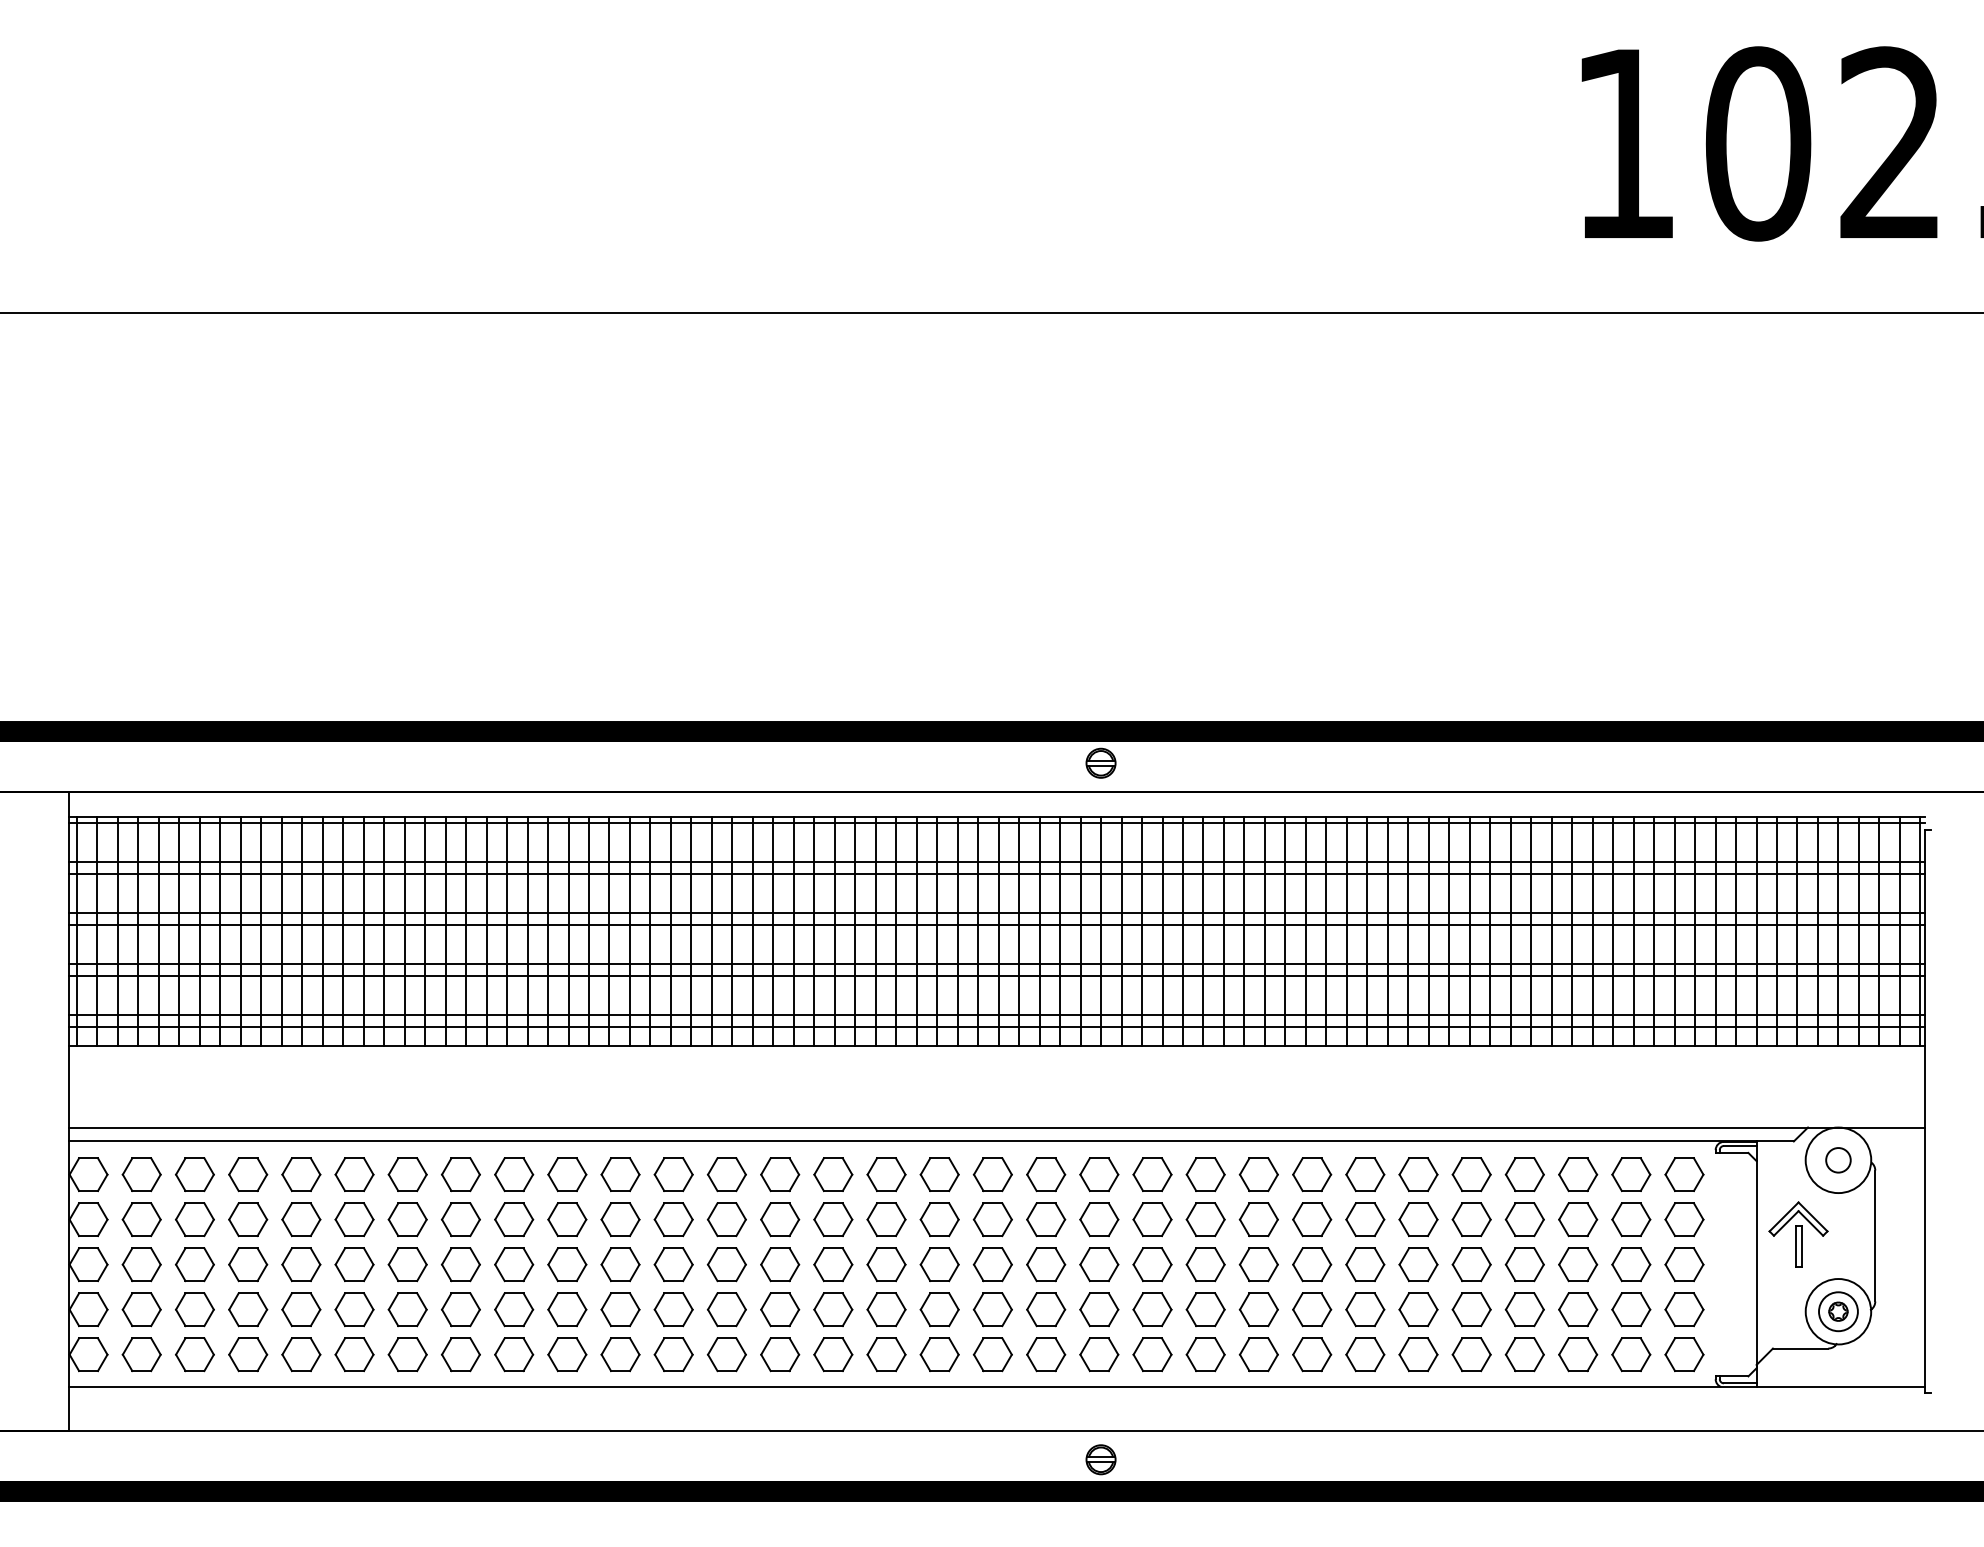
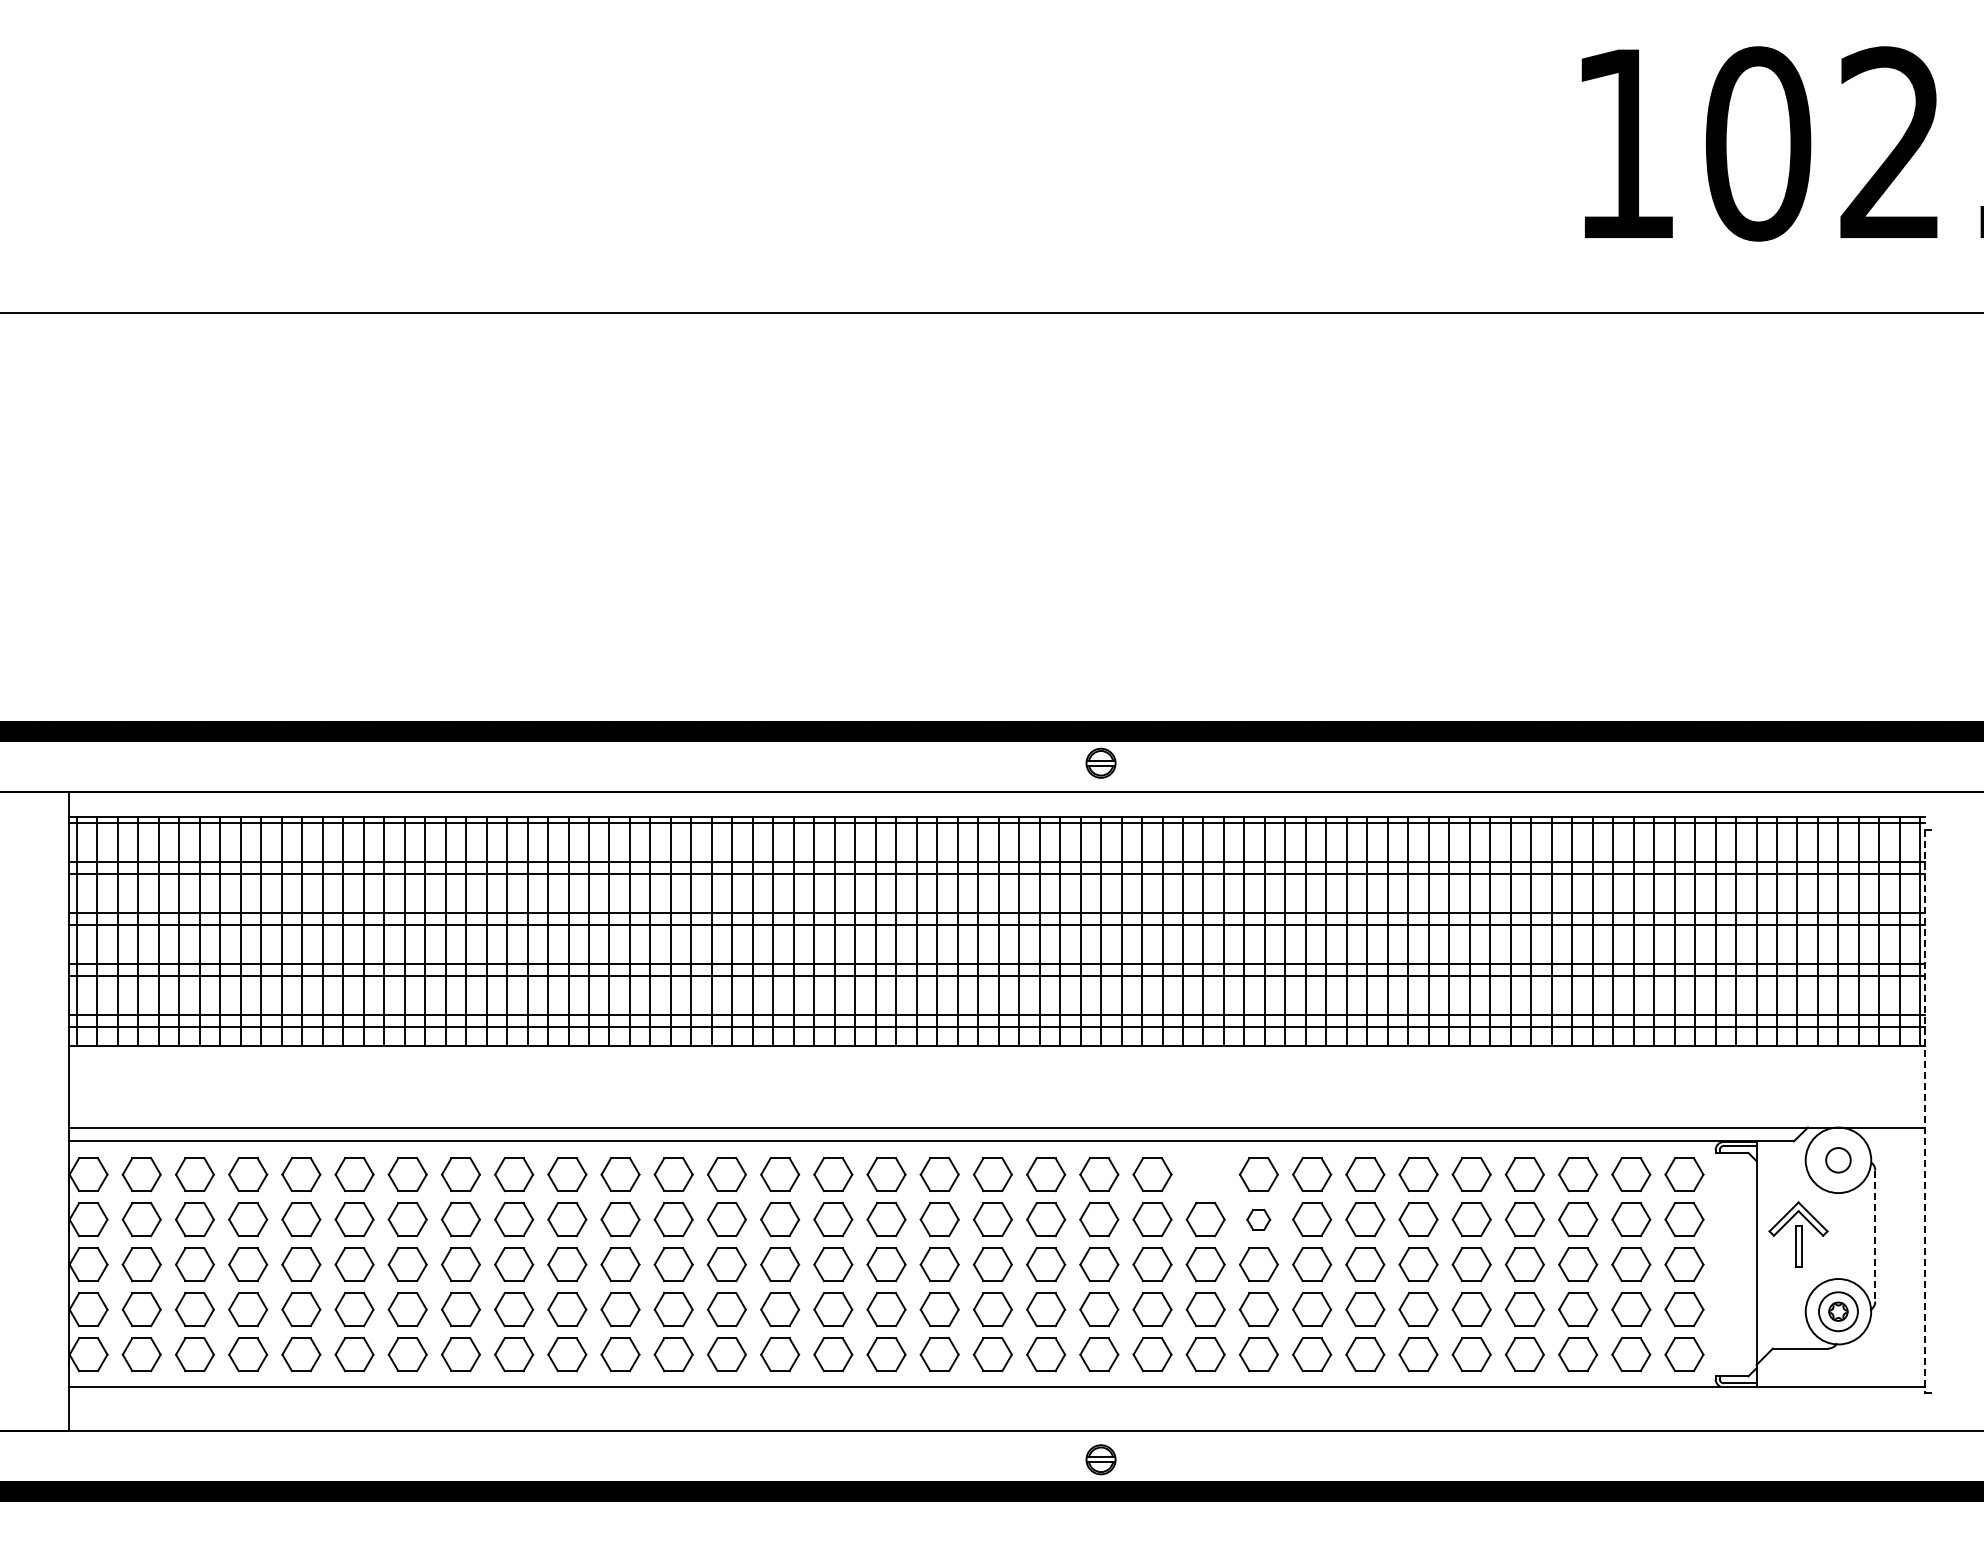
line at (1924, 1111): solid -> dashed
part at (1205, 1174): present -> none
part at (1258, 1219) size: 41x36 px -> 26x23 px
line at (1875, 1236): solid -> dashed
